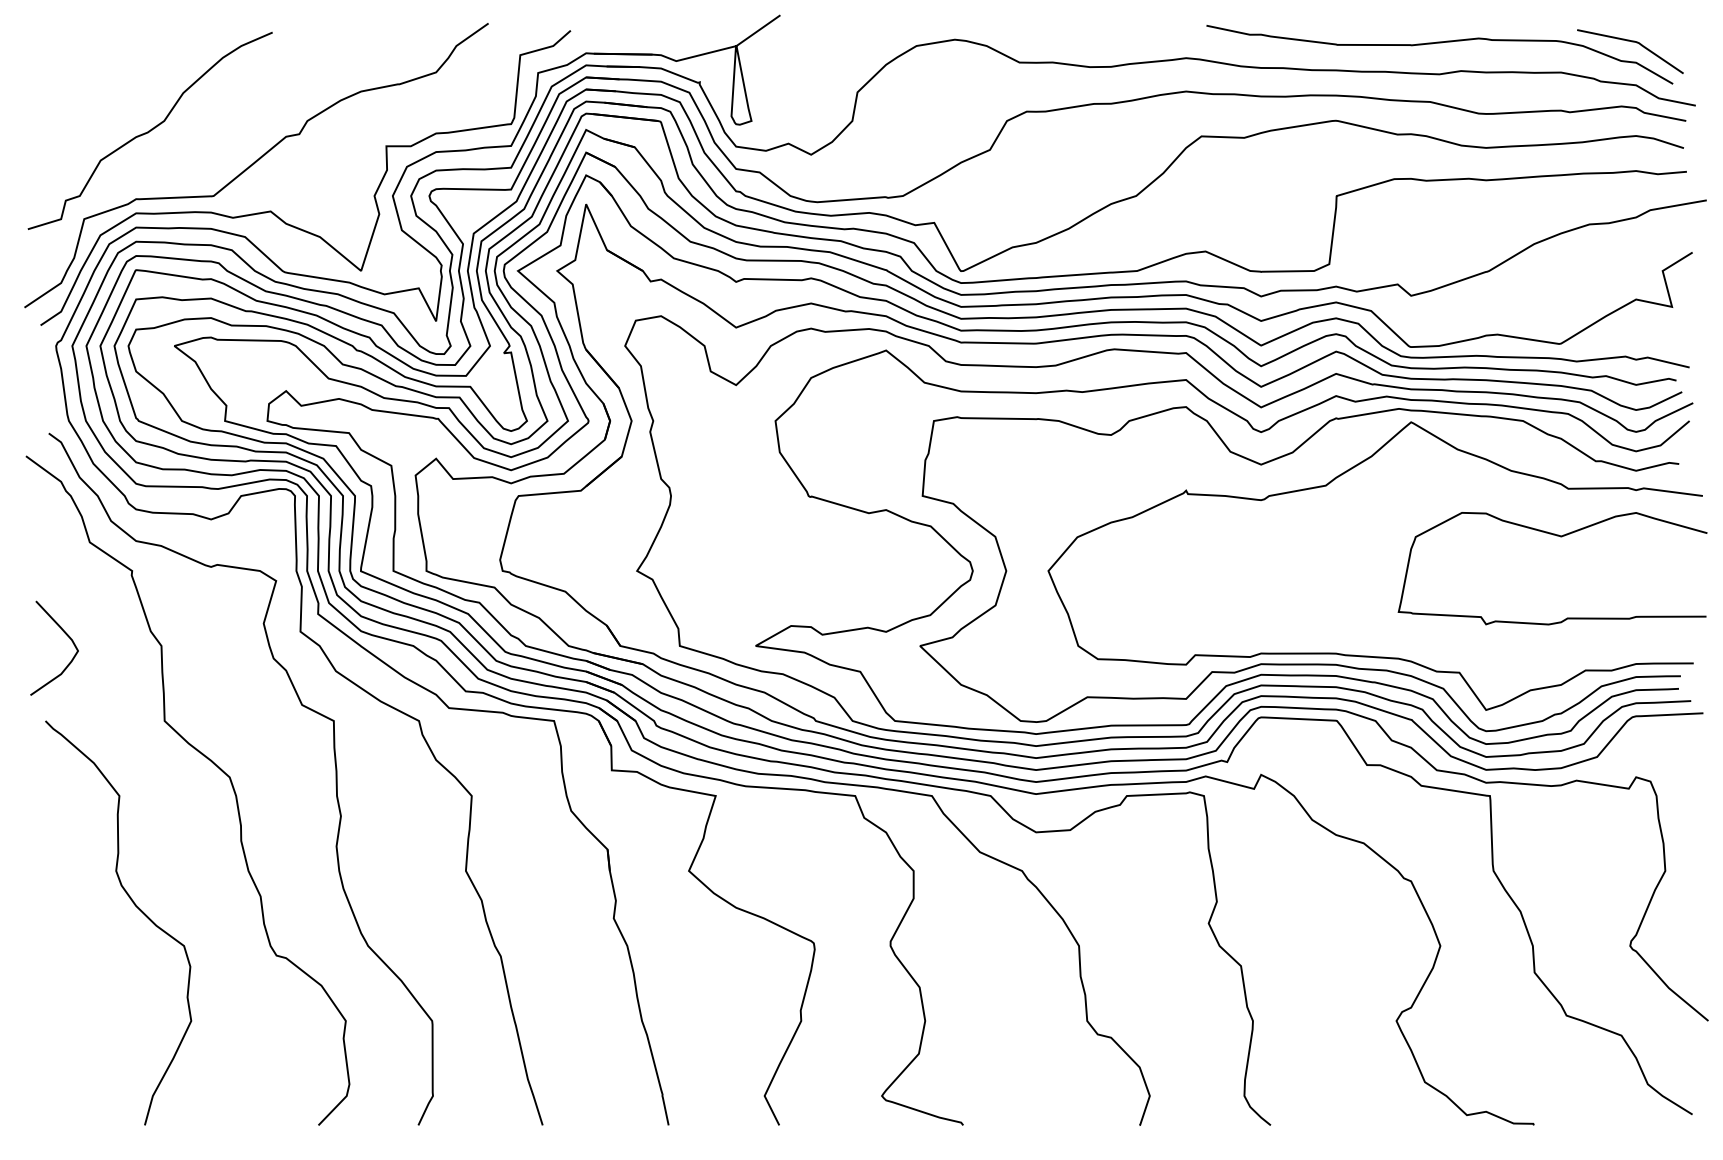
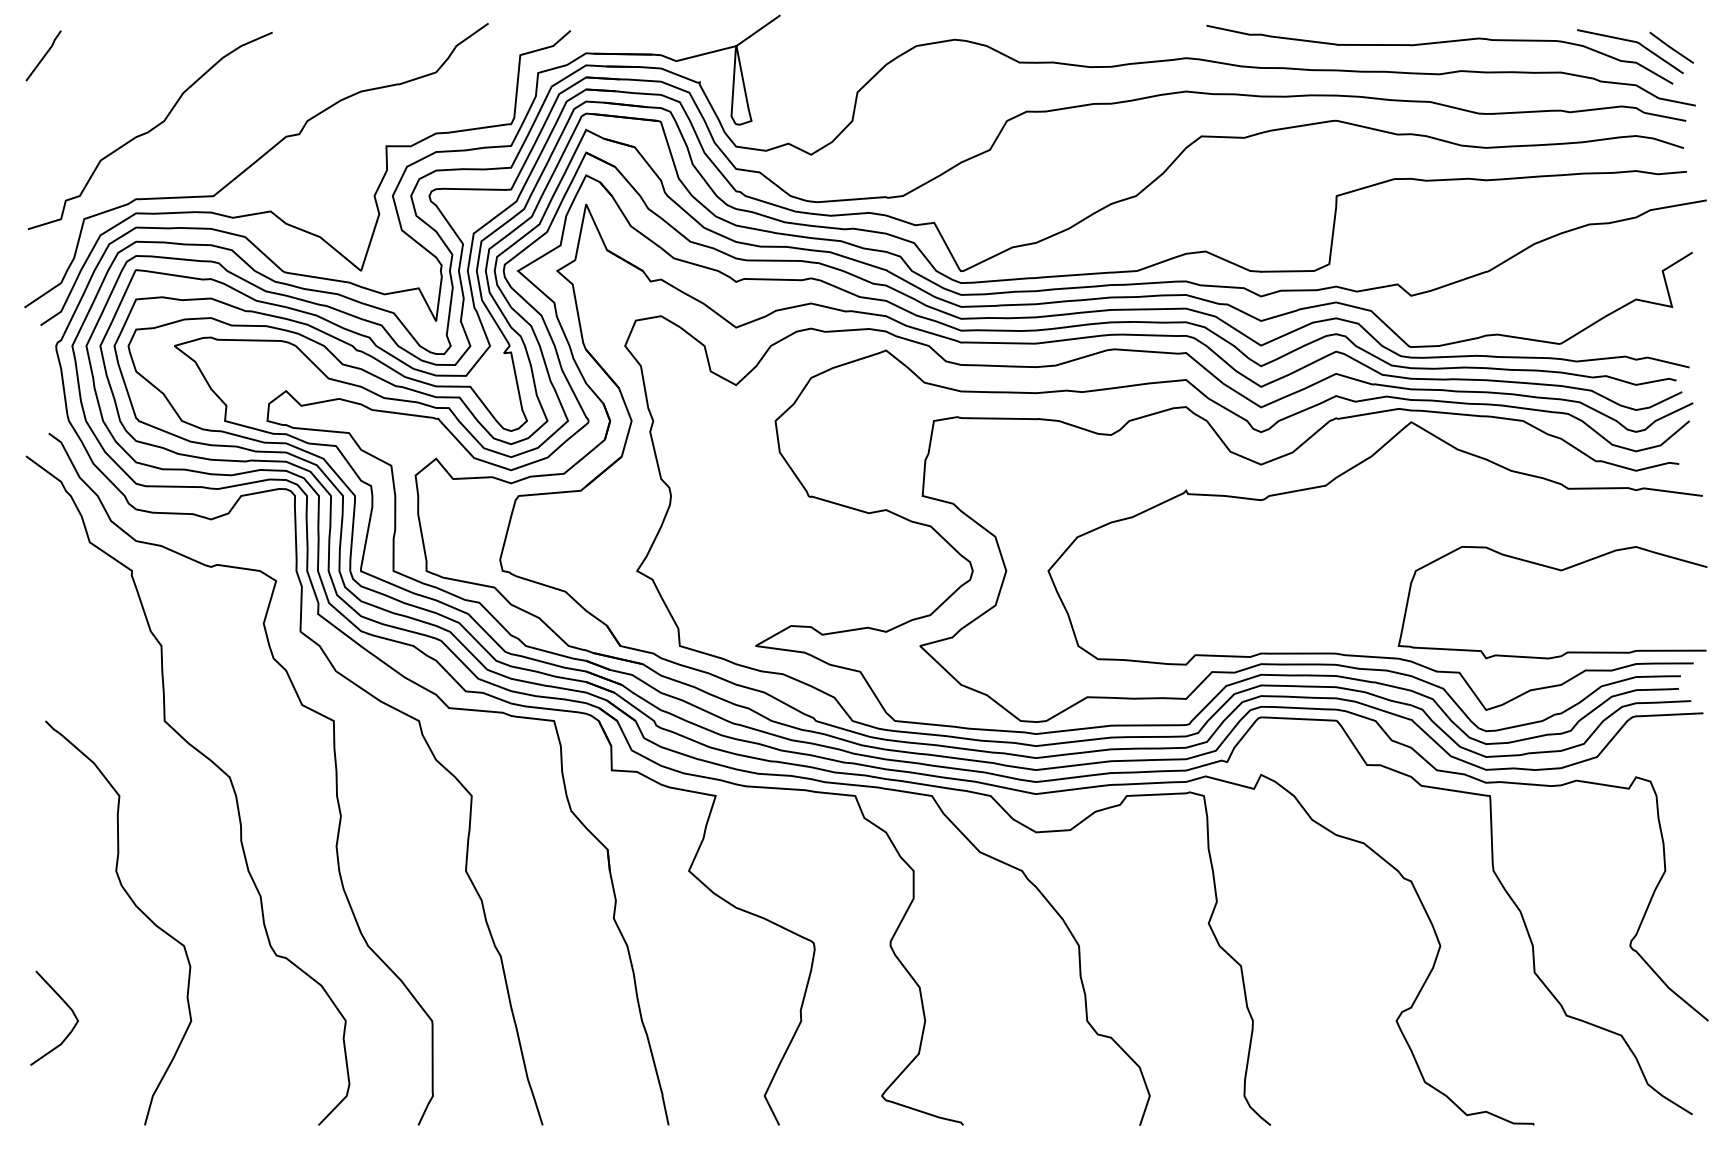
line at (1671, 47): none -> present
line at (43, 55): none -> present
curve at (1560, 537) position: (1560, 537) -> (1560, 571)
curve at (66, 635) position: (66, 635) -> (66, 1005)
